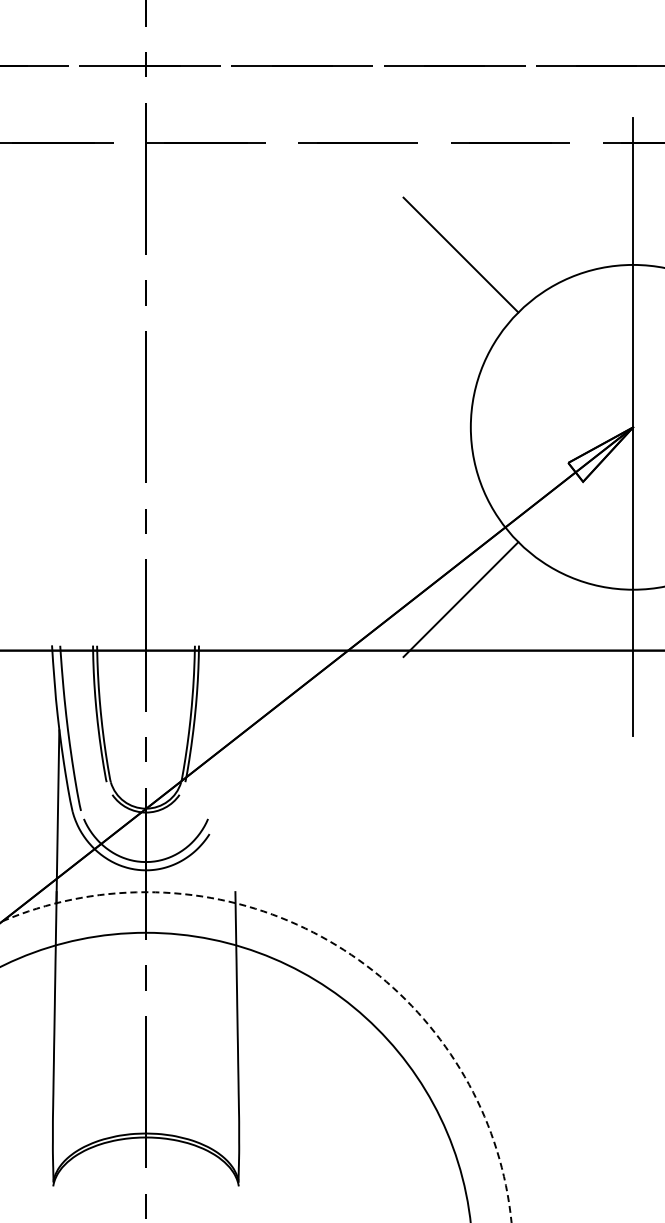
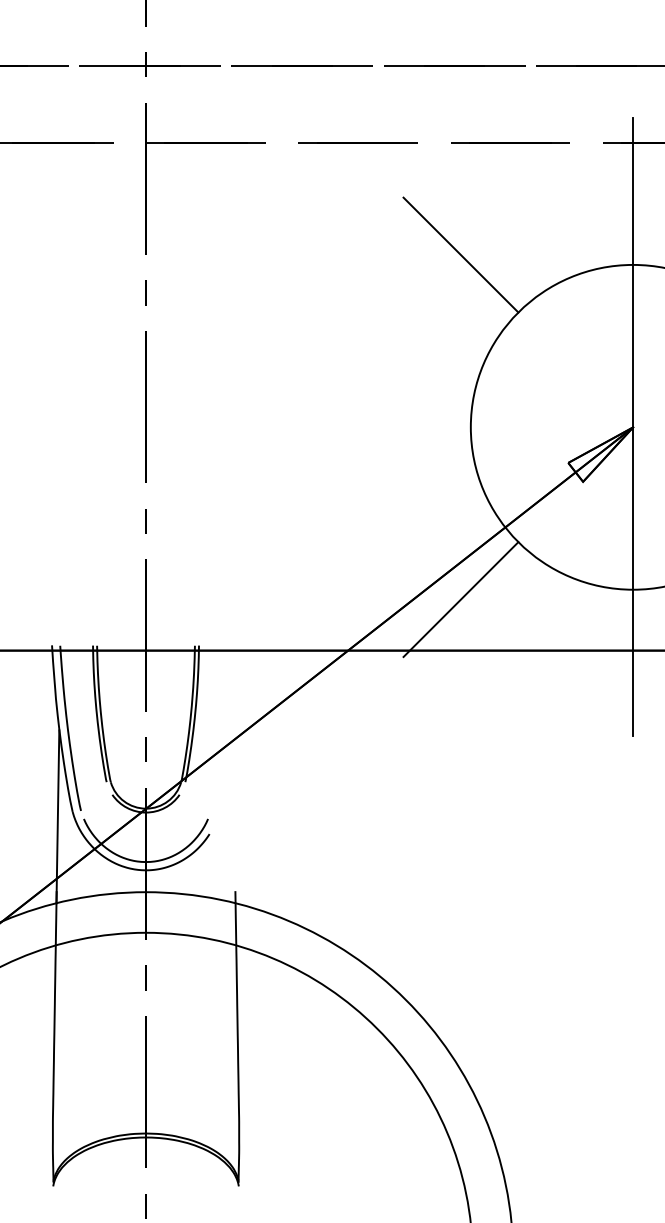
circle at (255, 1057): dashed -> solid
